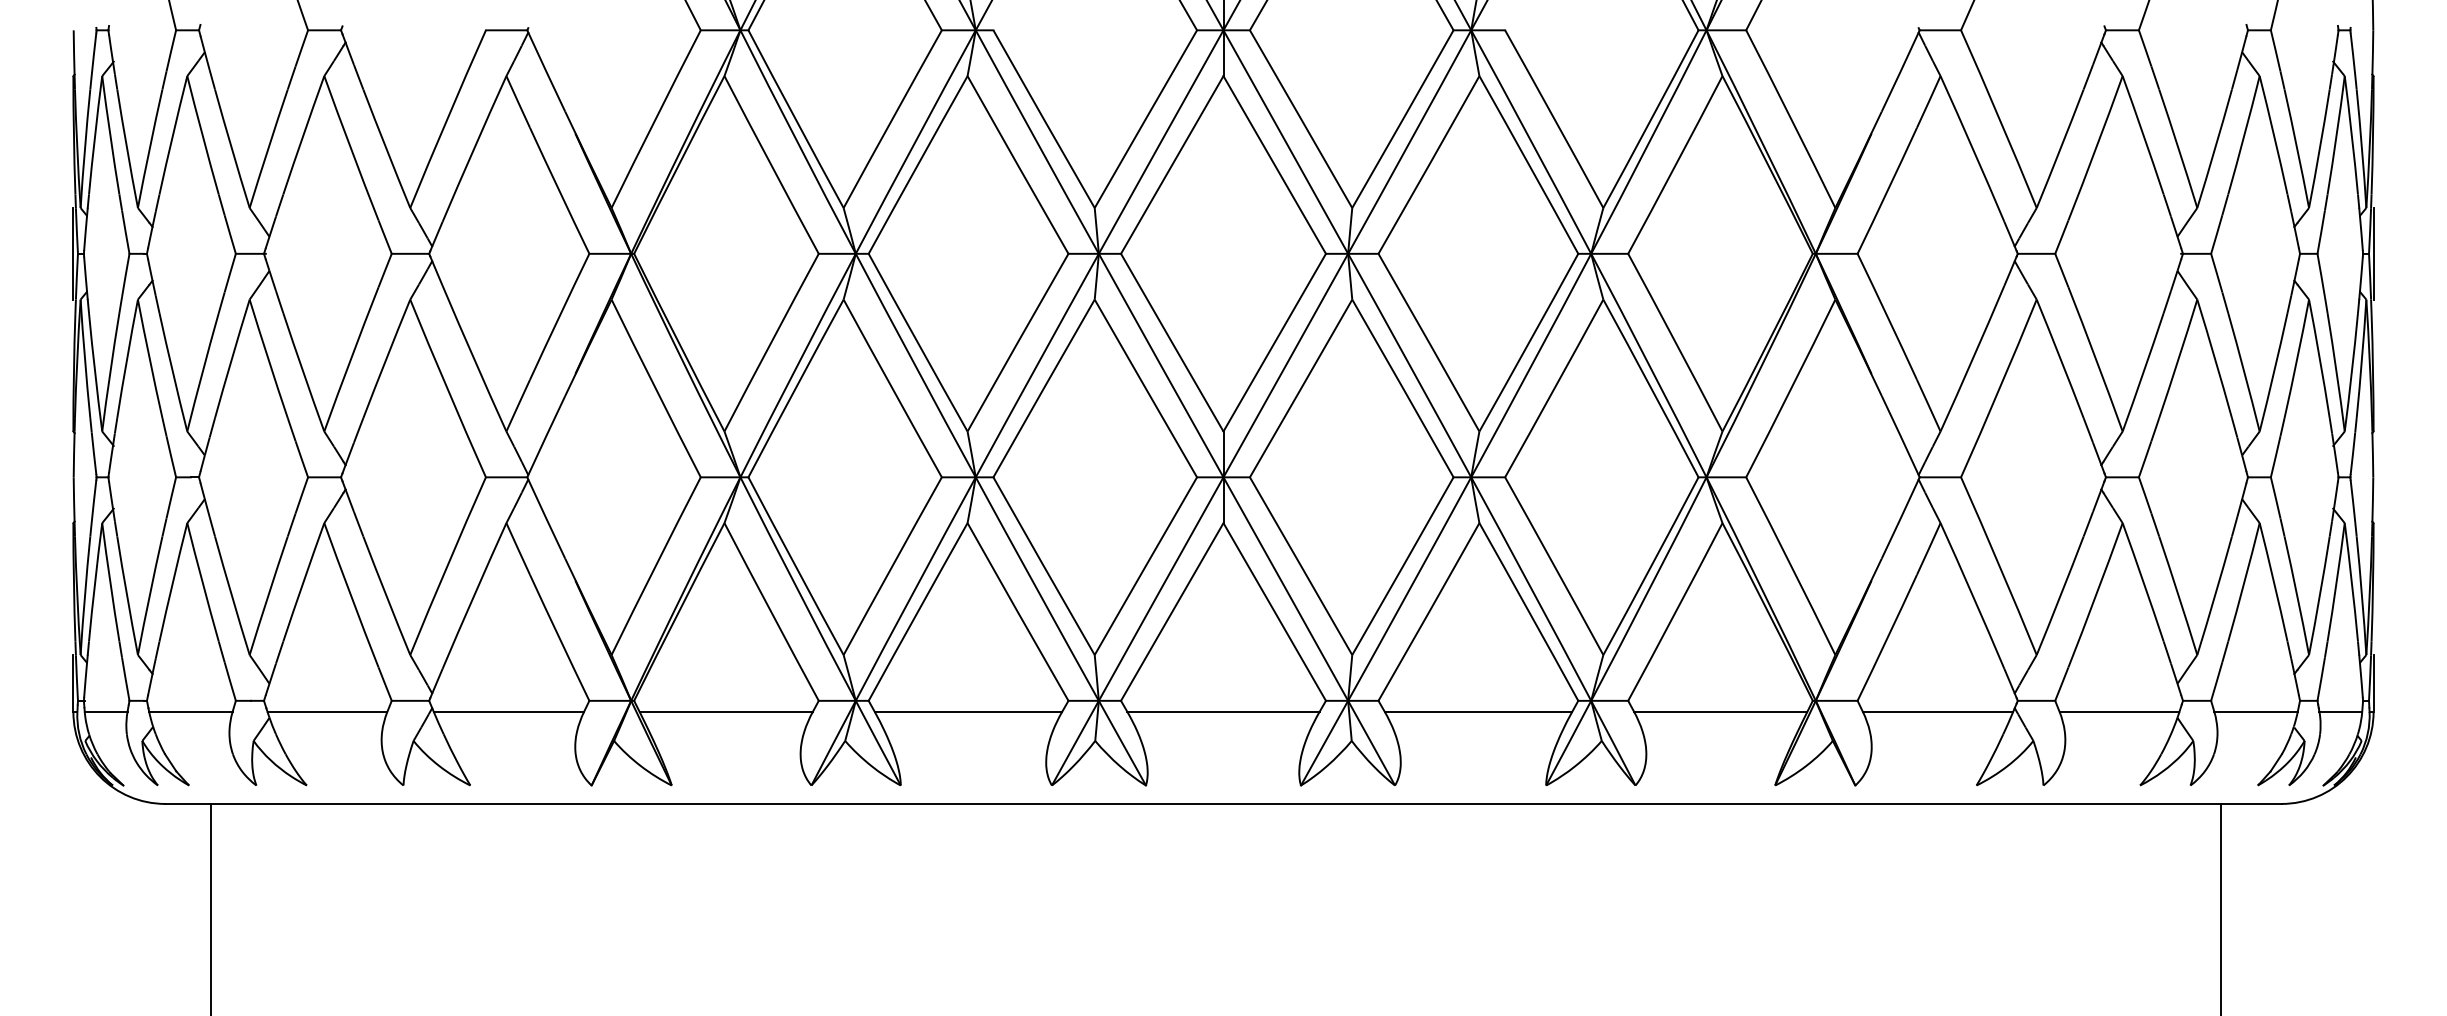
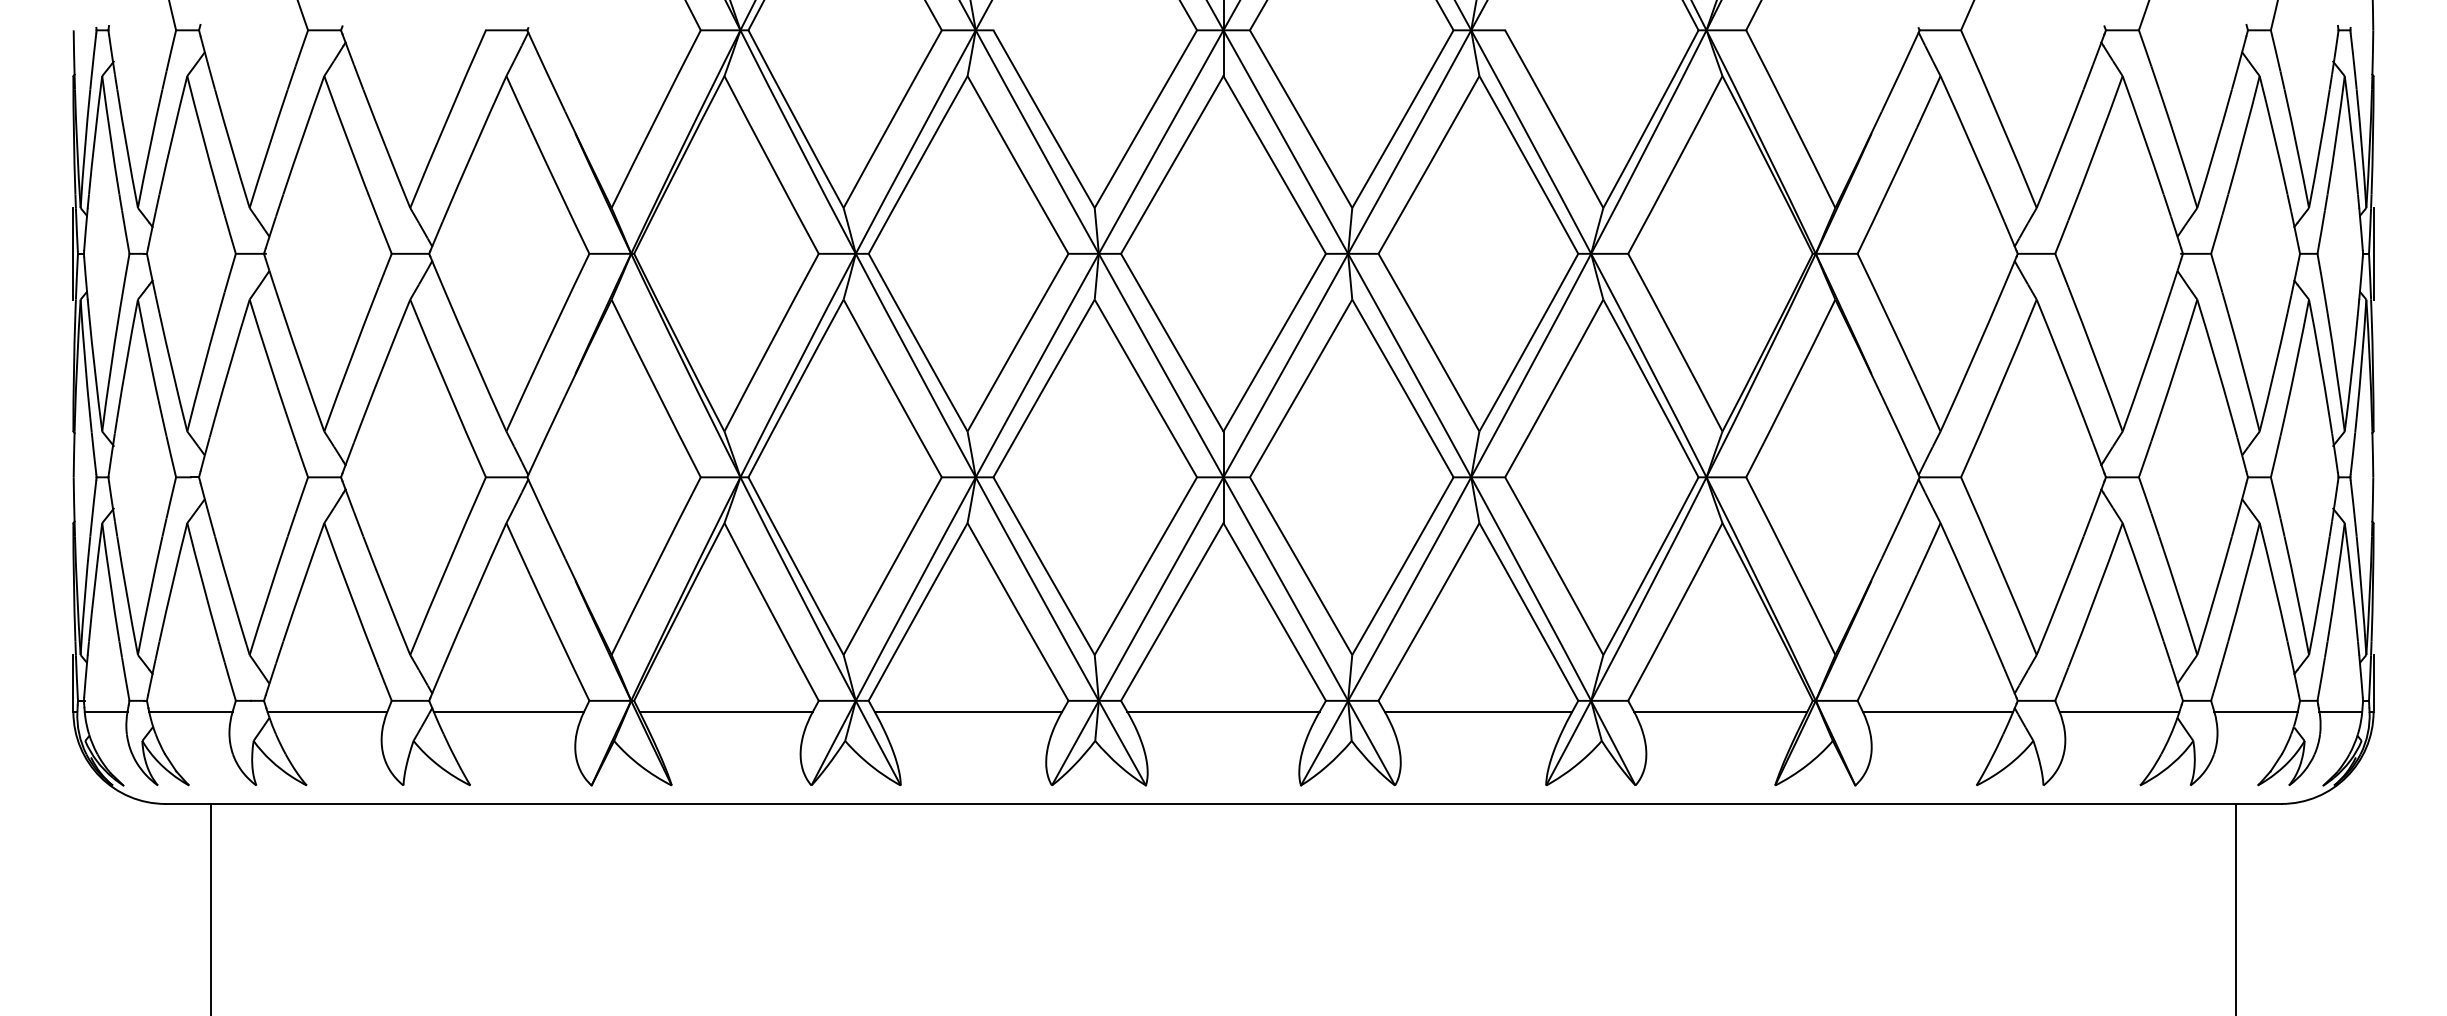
line at (2220, 907) position: (2220, 907) -> (2235, 907)
